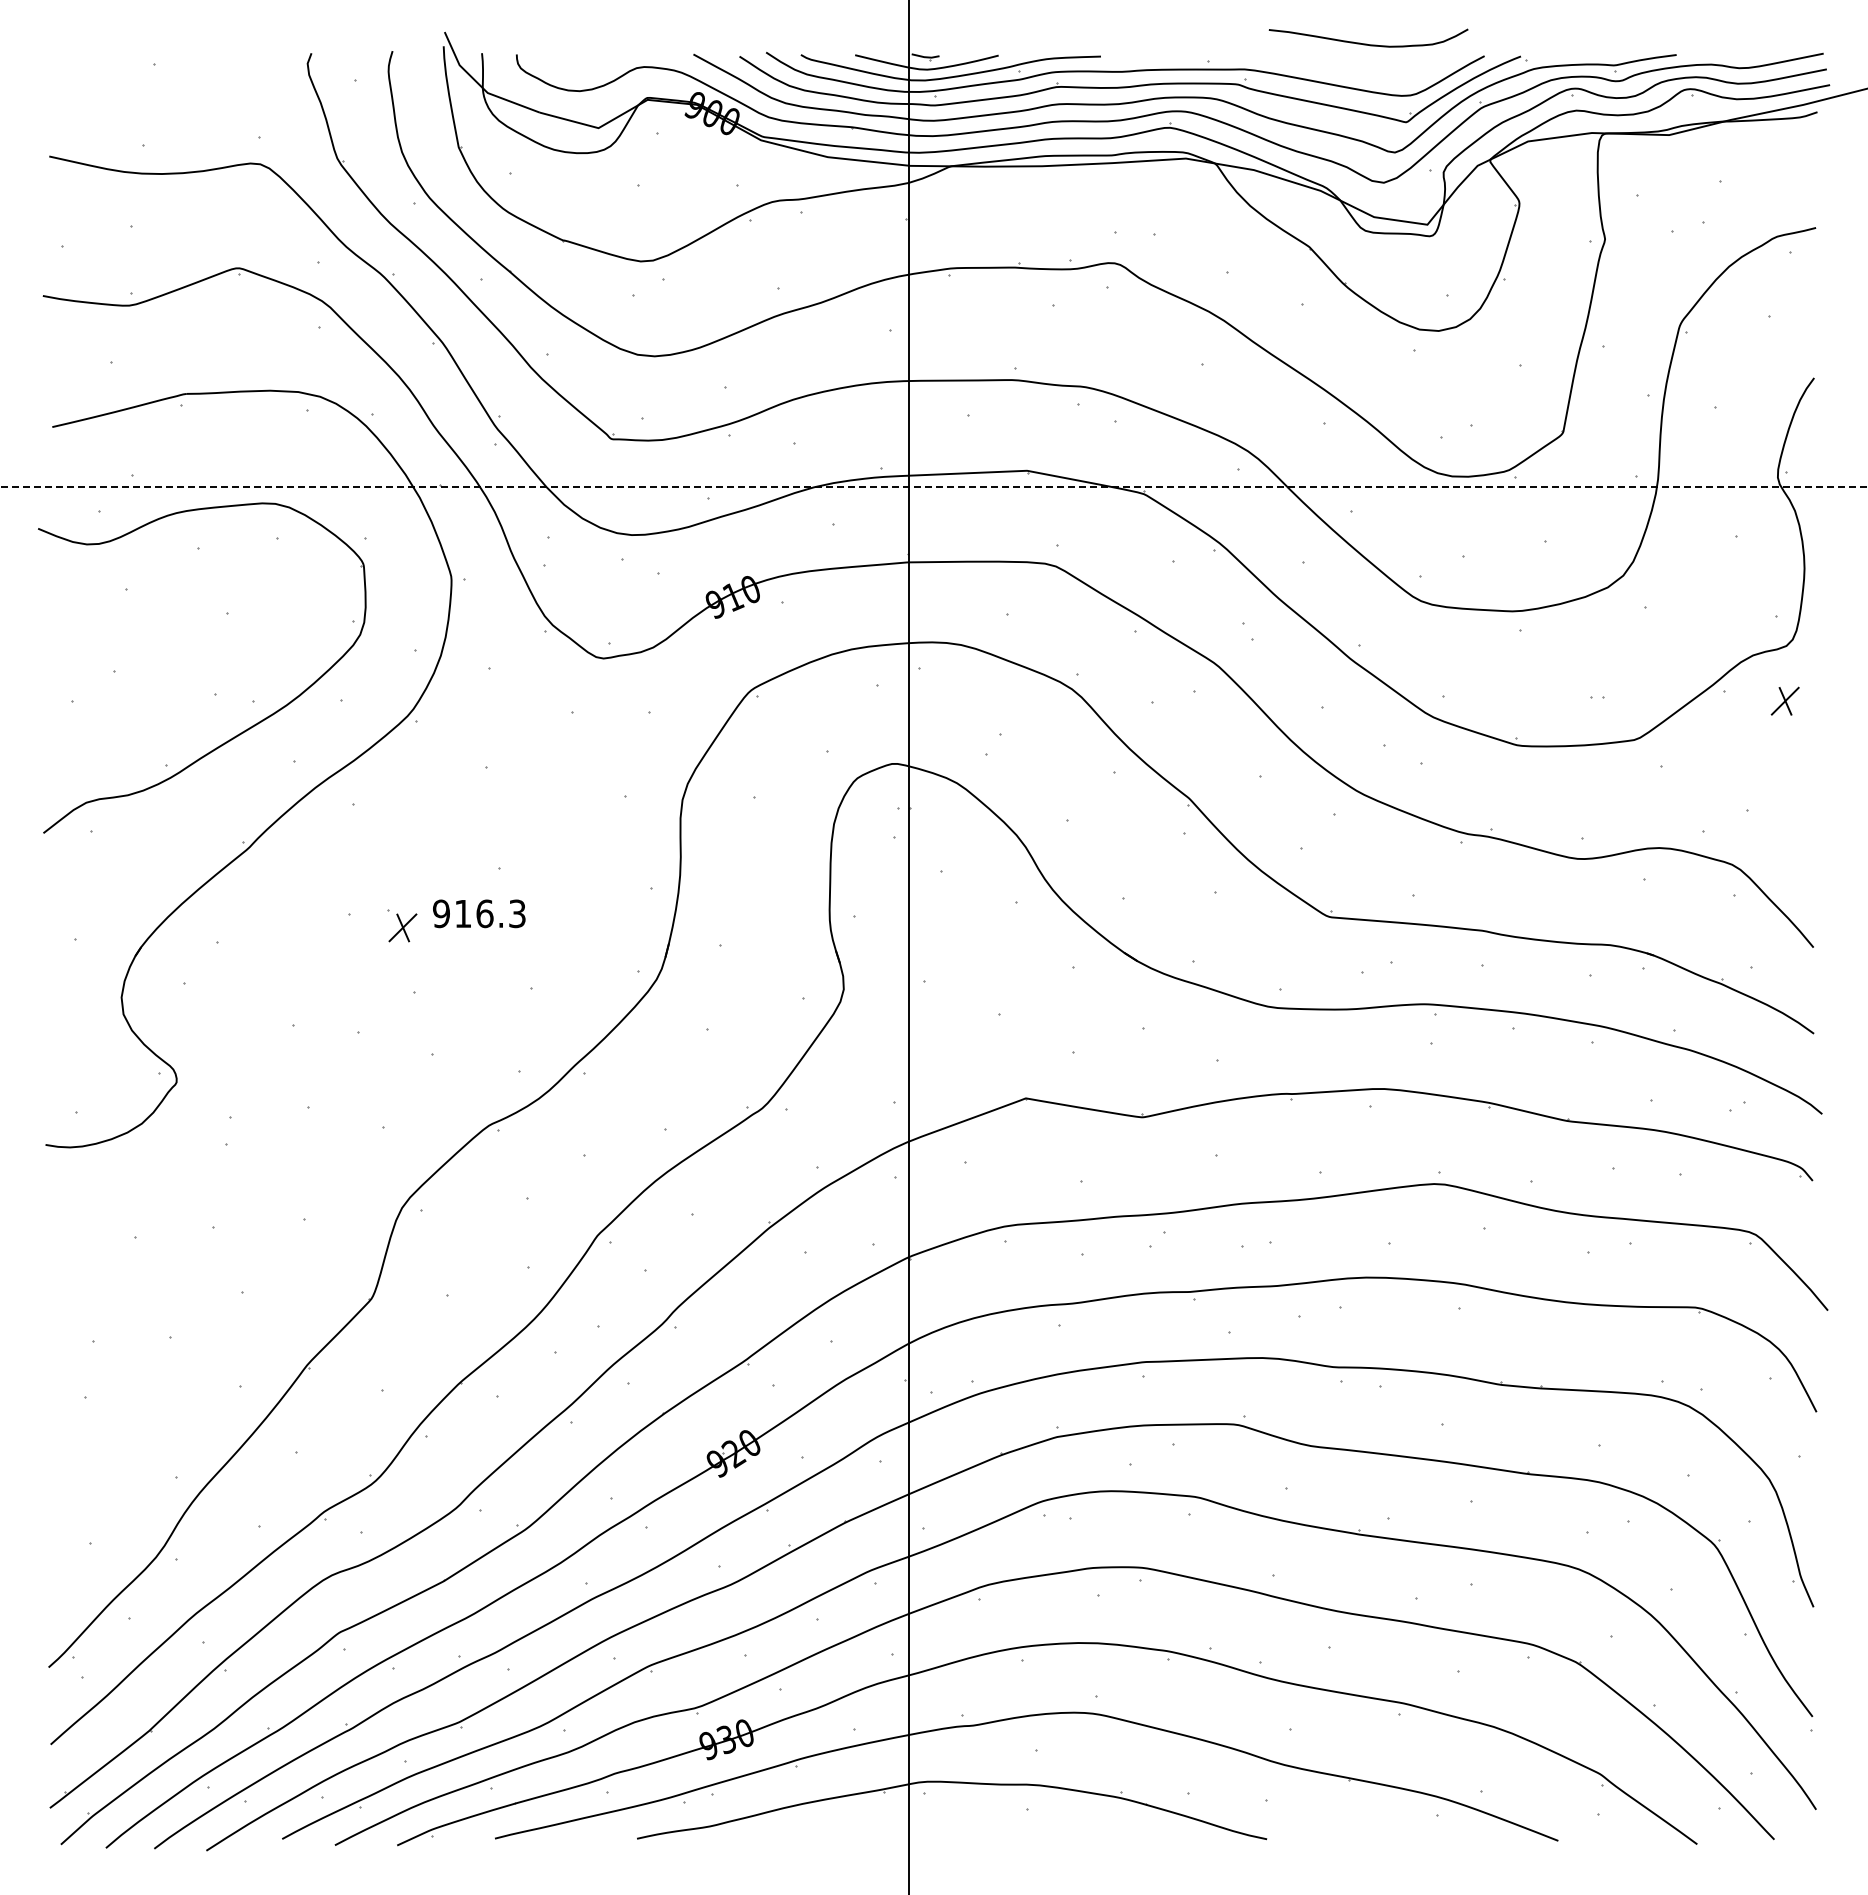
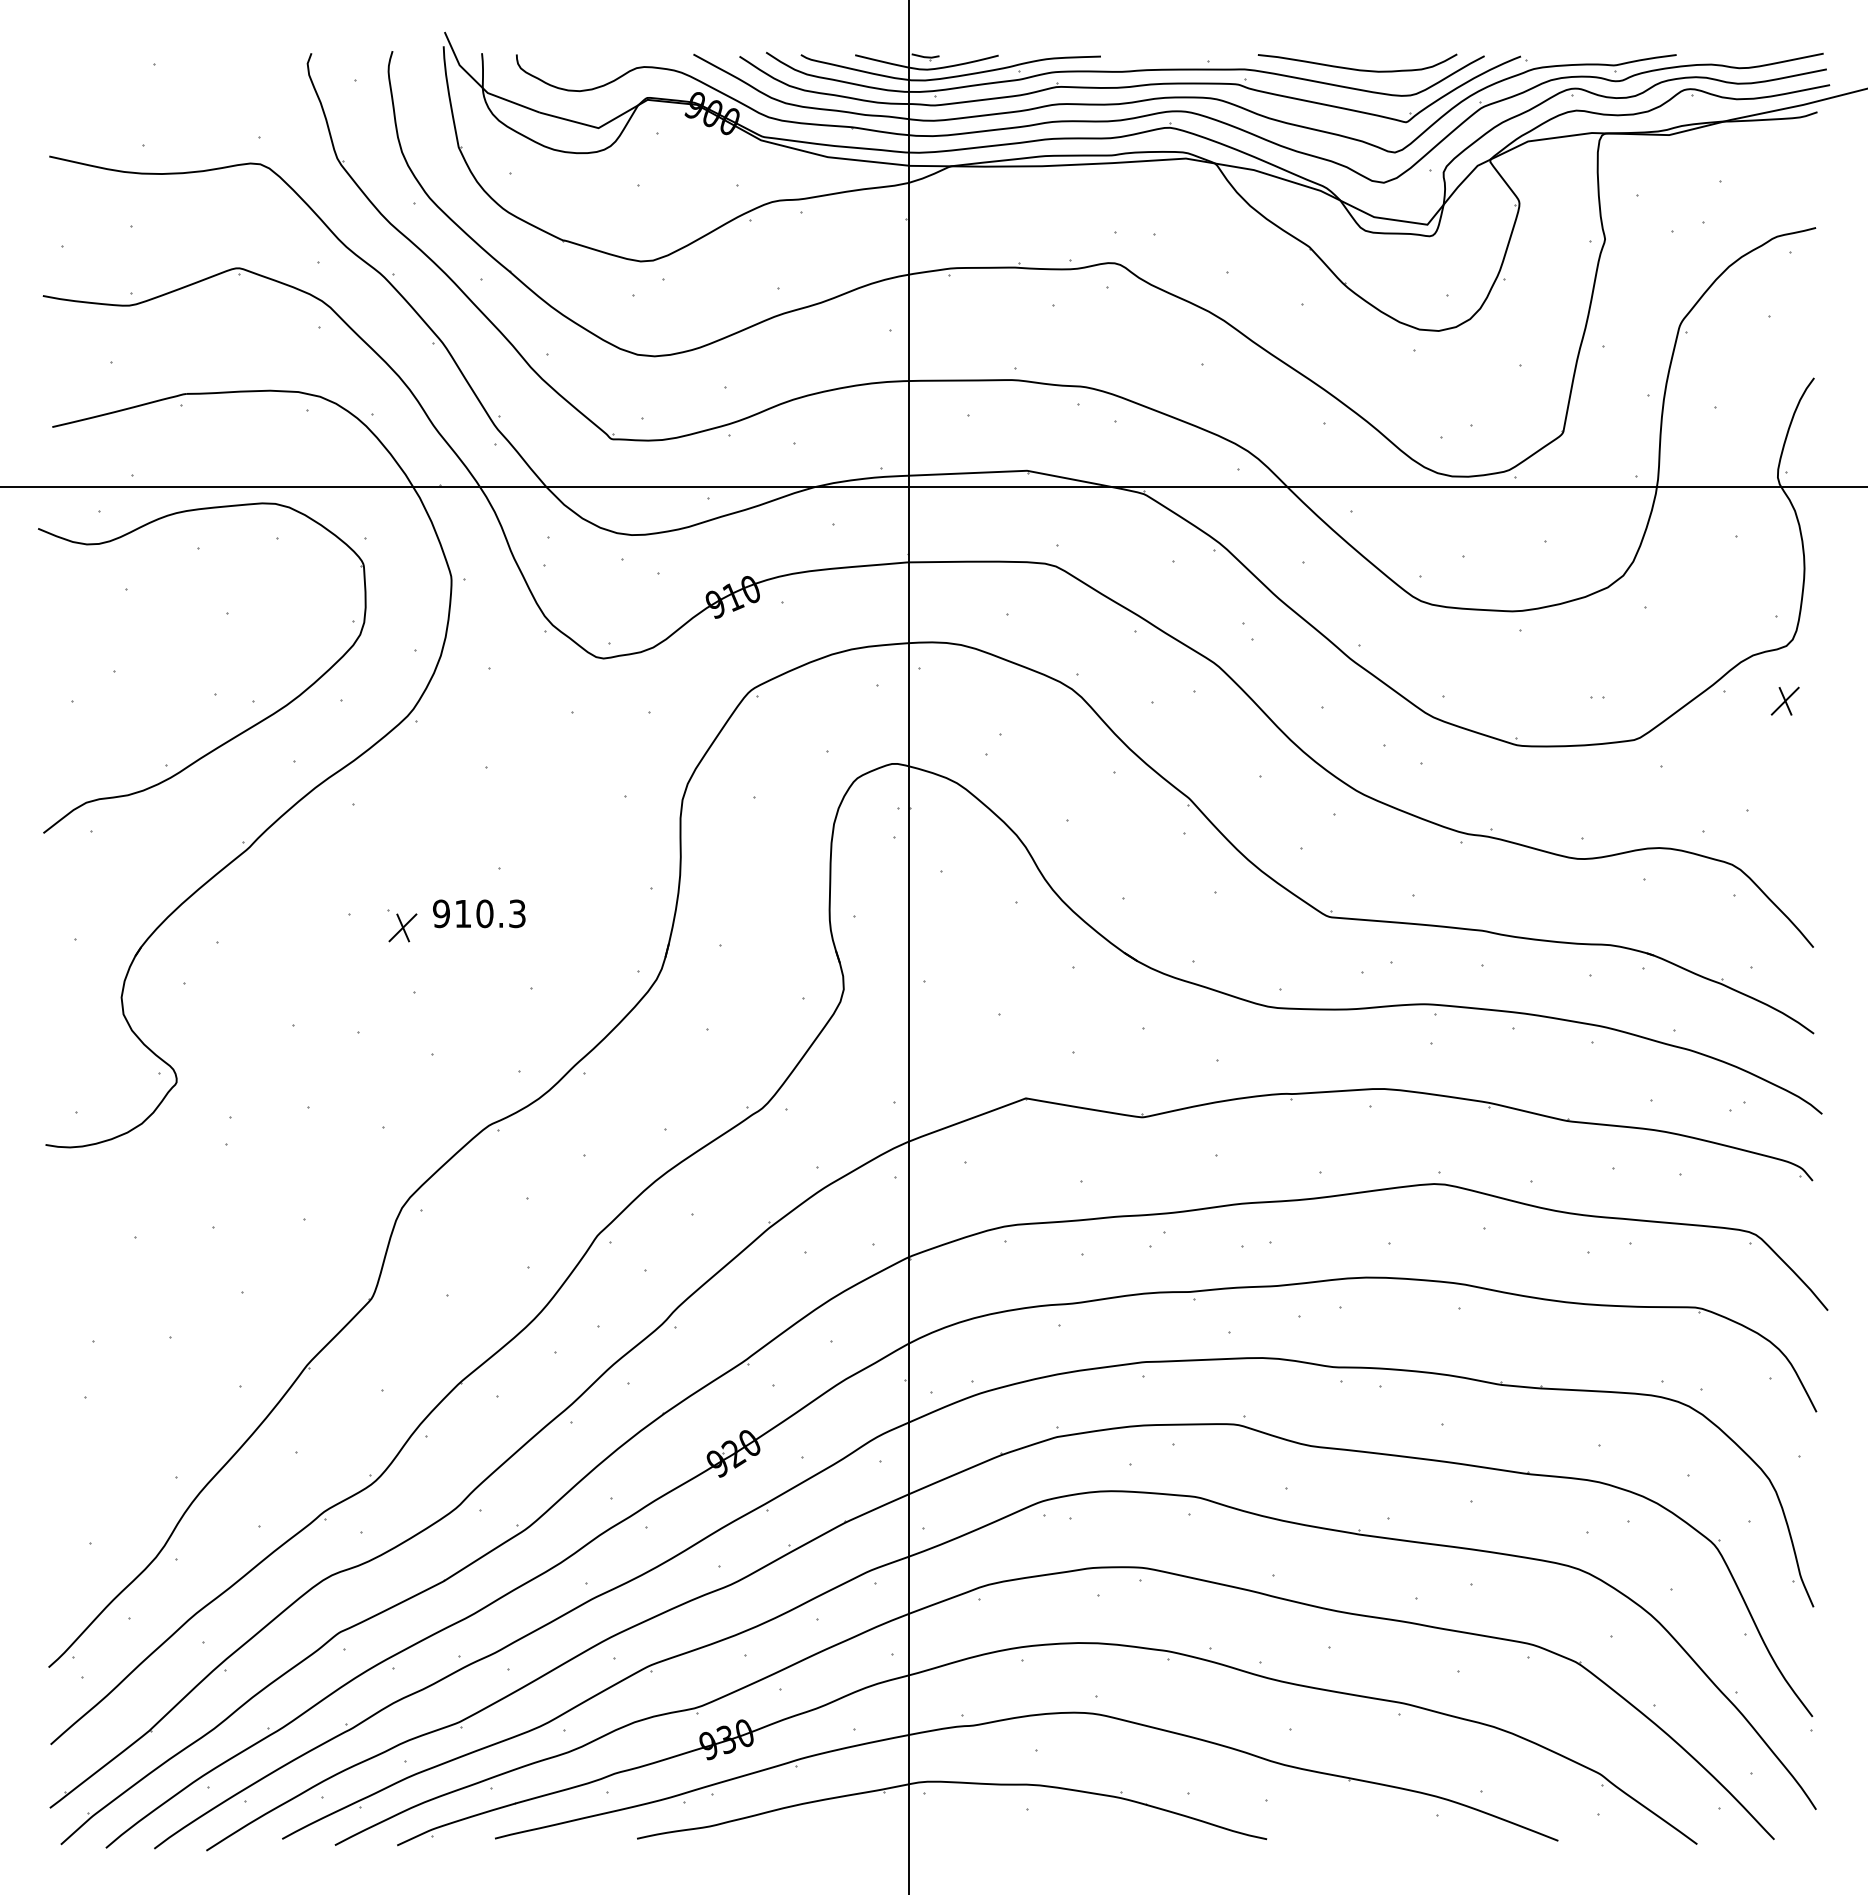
curve at (1367, 43) position: (1367, 43) -> (1356, 68)
line at (933, 486): dashed -> solid
text at (484, 913): 916.3 -> 910.3
